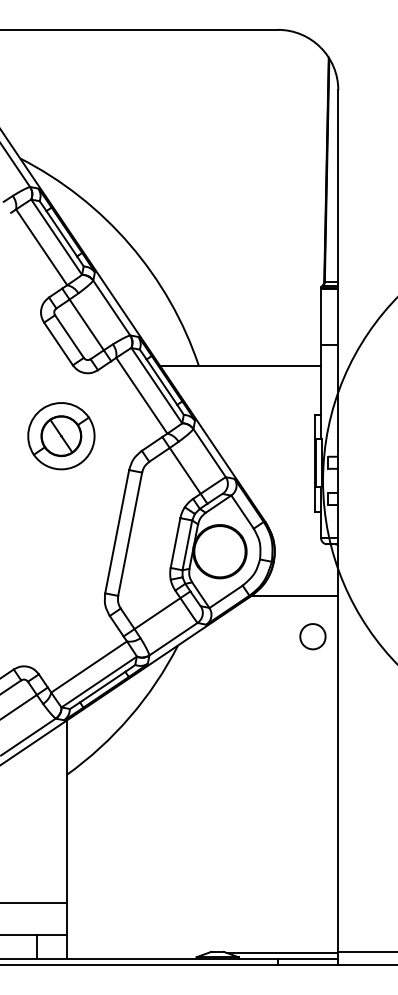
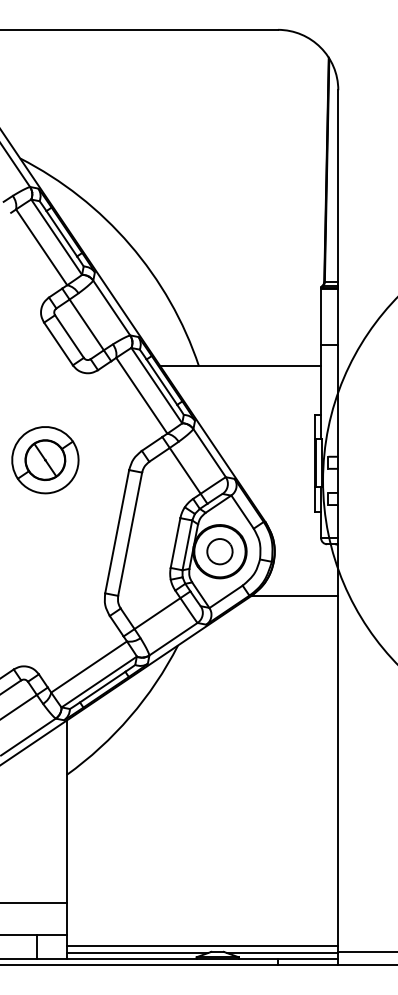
part at (61, 436) position: (61, 436) -> (45, 460)
part at (312, 636) position: (312, 636) -> (219, 551)
line at (202, 946): none -> present
line at (137, 953): none -> present
